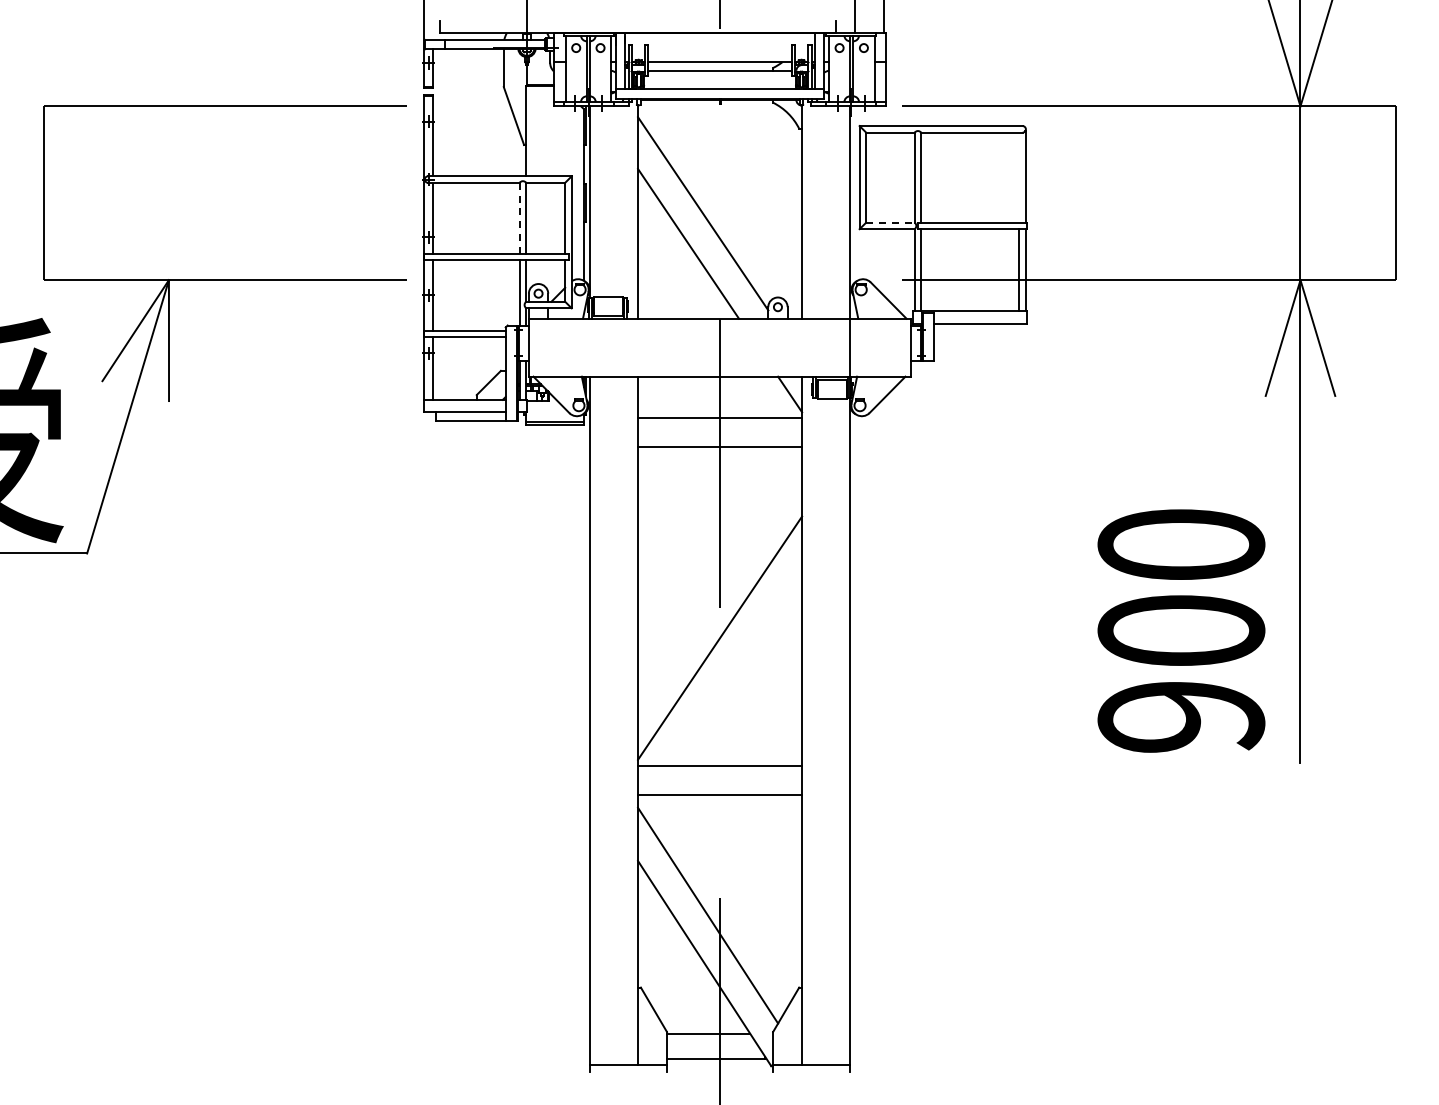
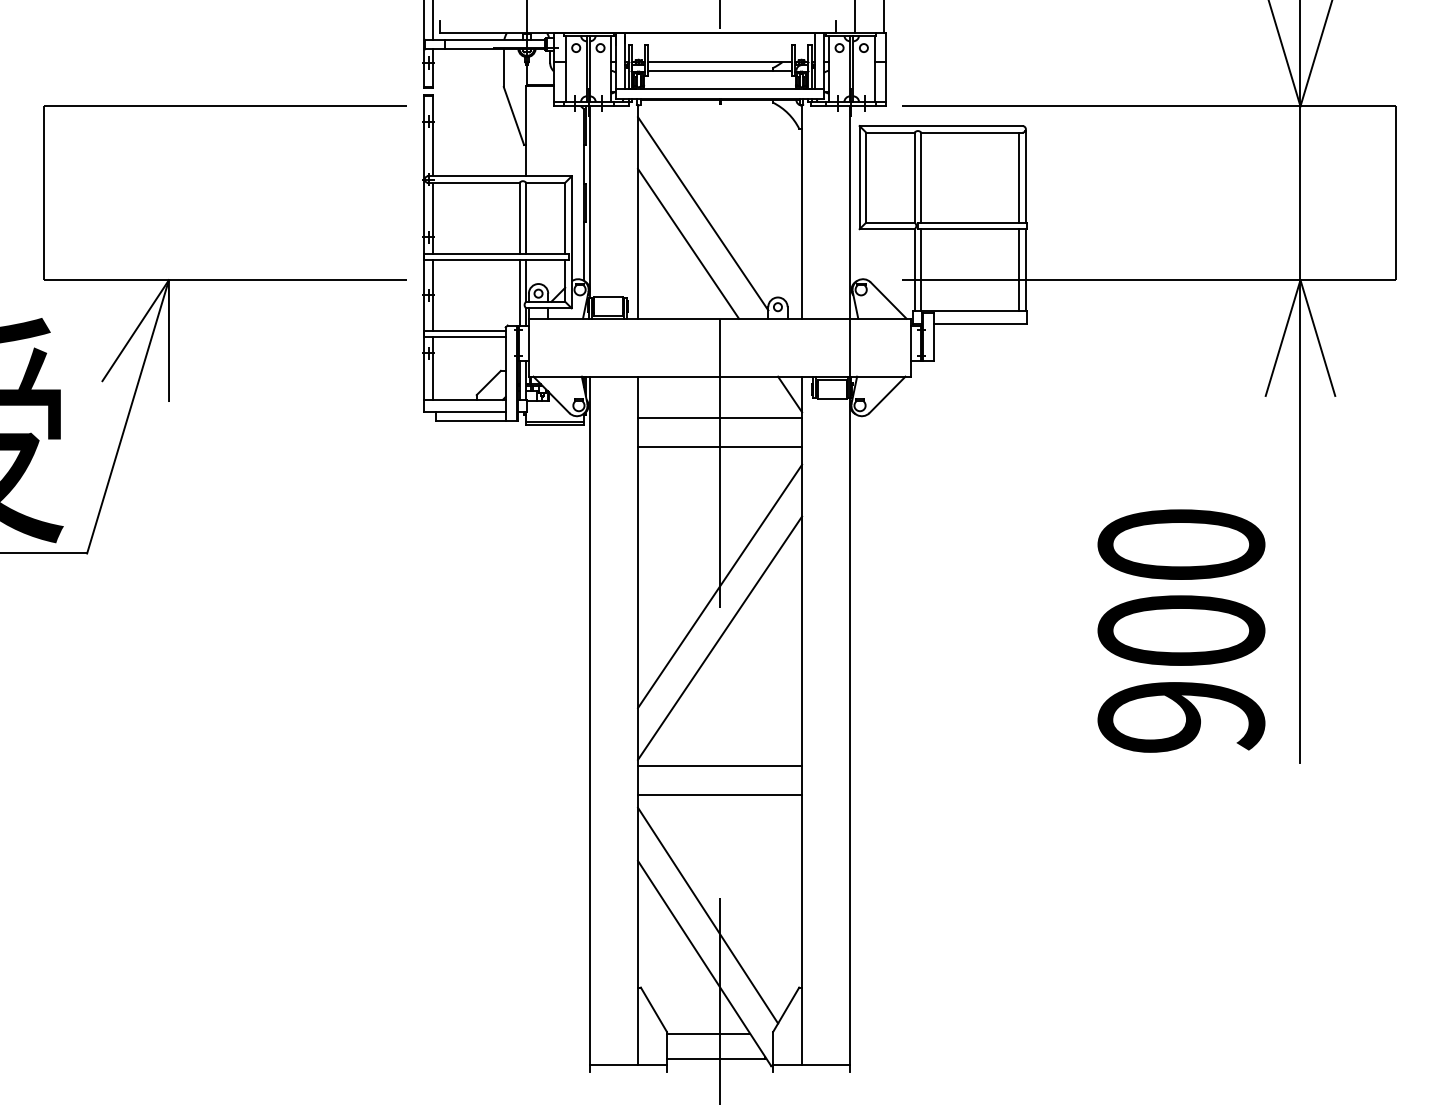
line at (433, 20): none -> present
line at (1019, 177): none -> present
line at (519, 217): dashed -> solid
line at (890, 222): dashed -> solid
line at (720, 586): none -> present
